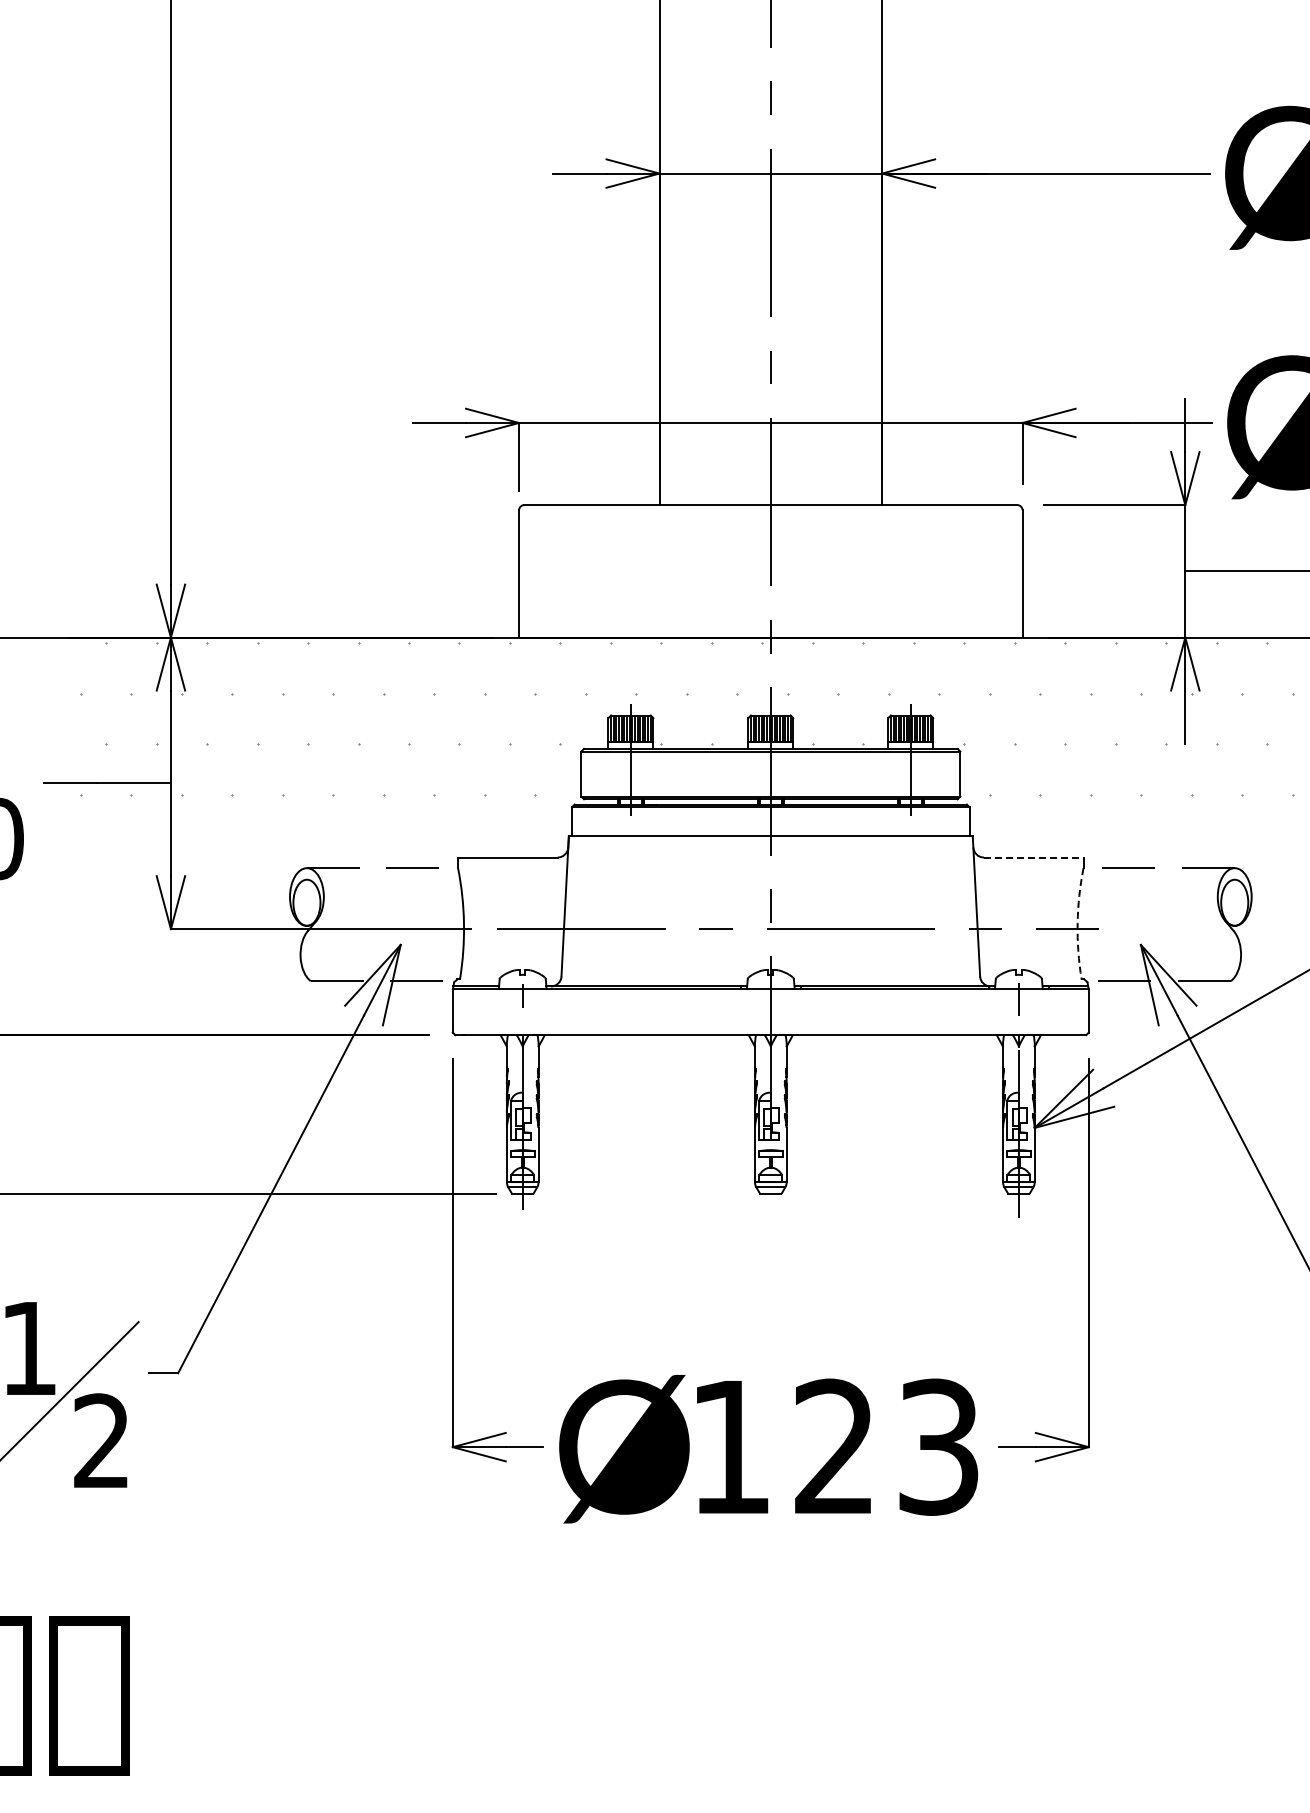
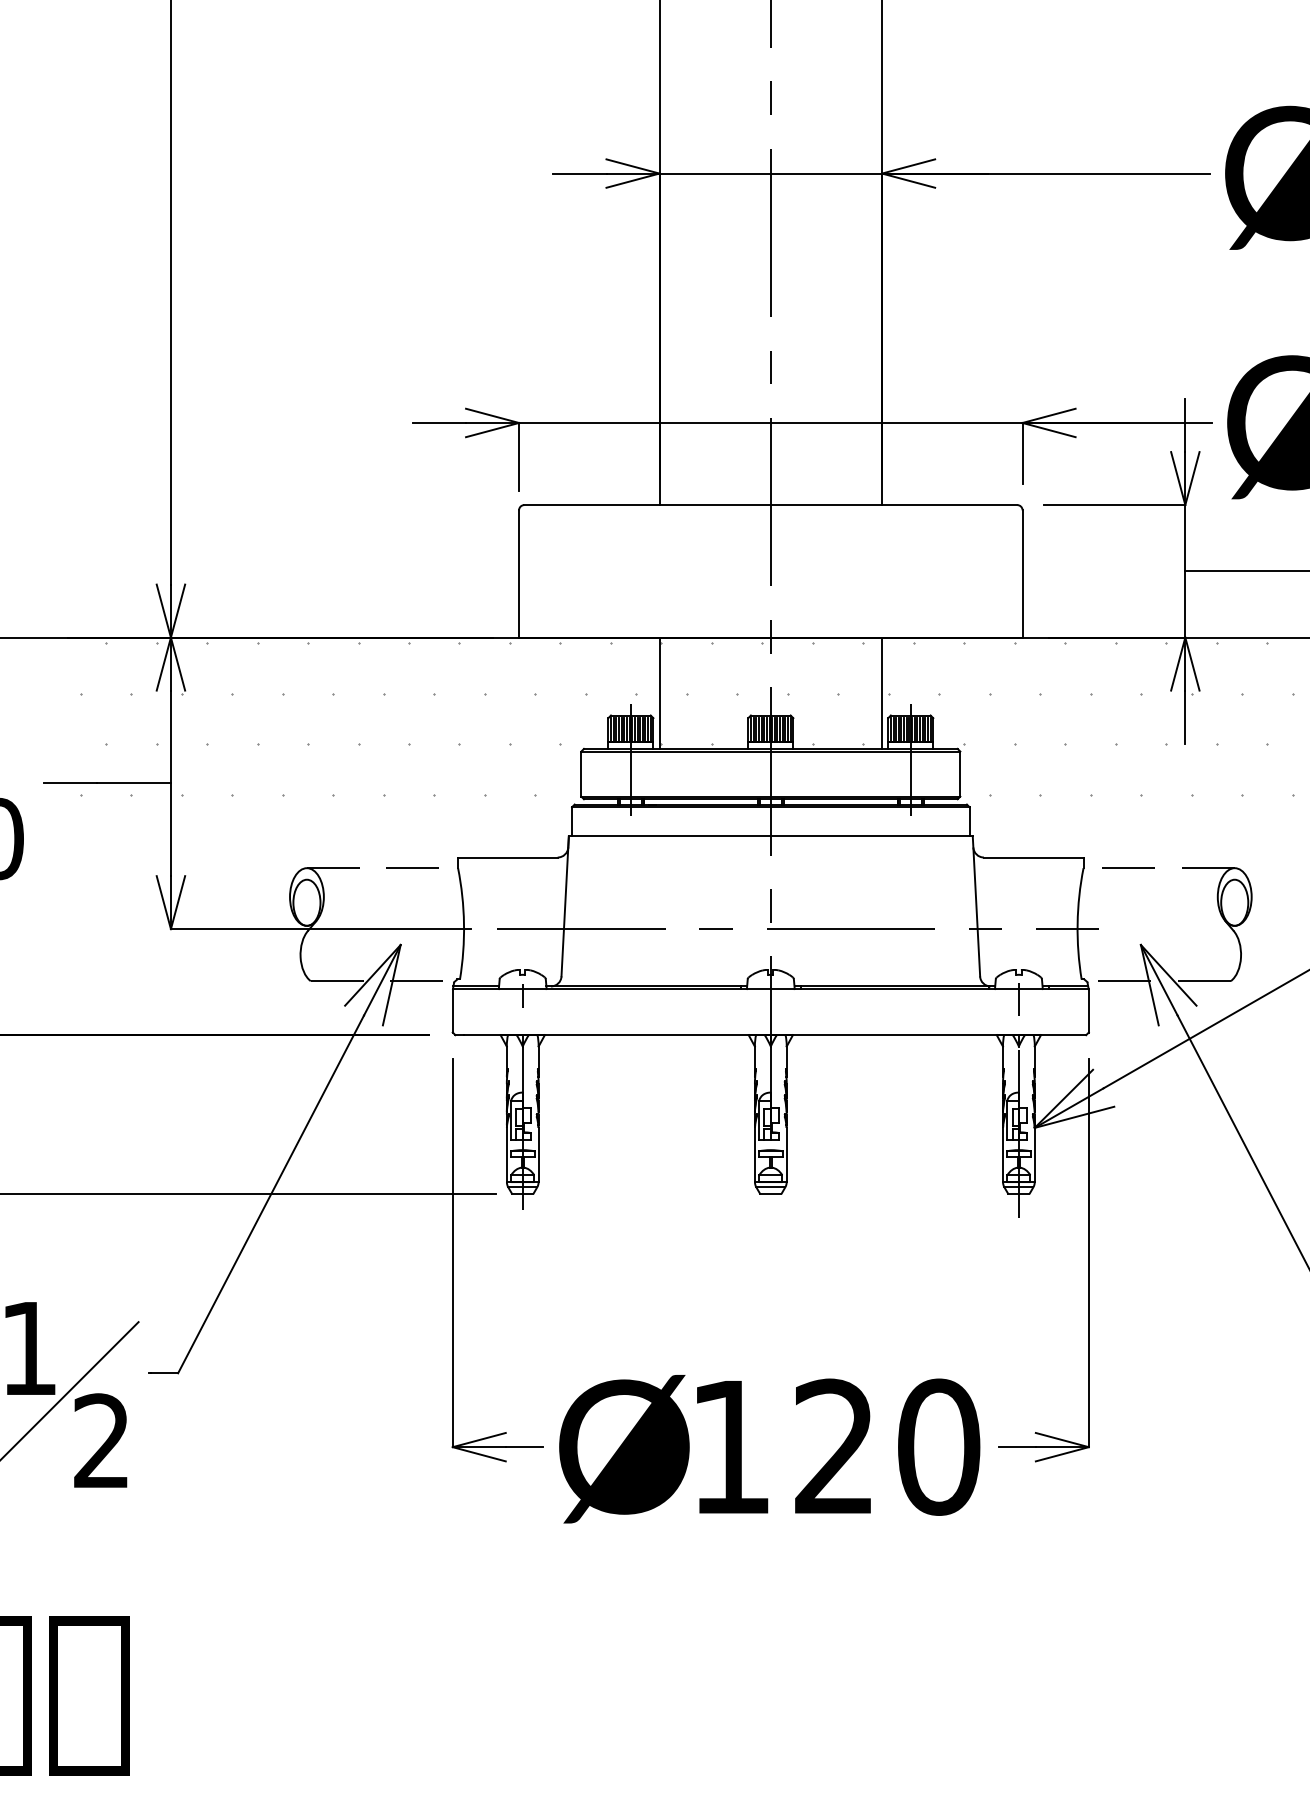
line at (659, 692): none -> present
line at (882, 692): none -> present
line at (1033, 857): dashed -> solid
arc at (1077, 923): dashed -> solid
text at (939, 1446): 123 -> 120
